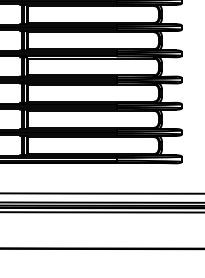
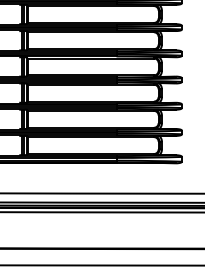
line at (101, 265): none -> present
